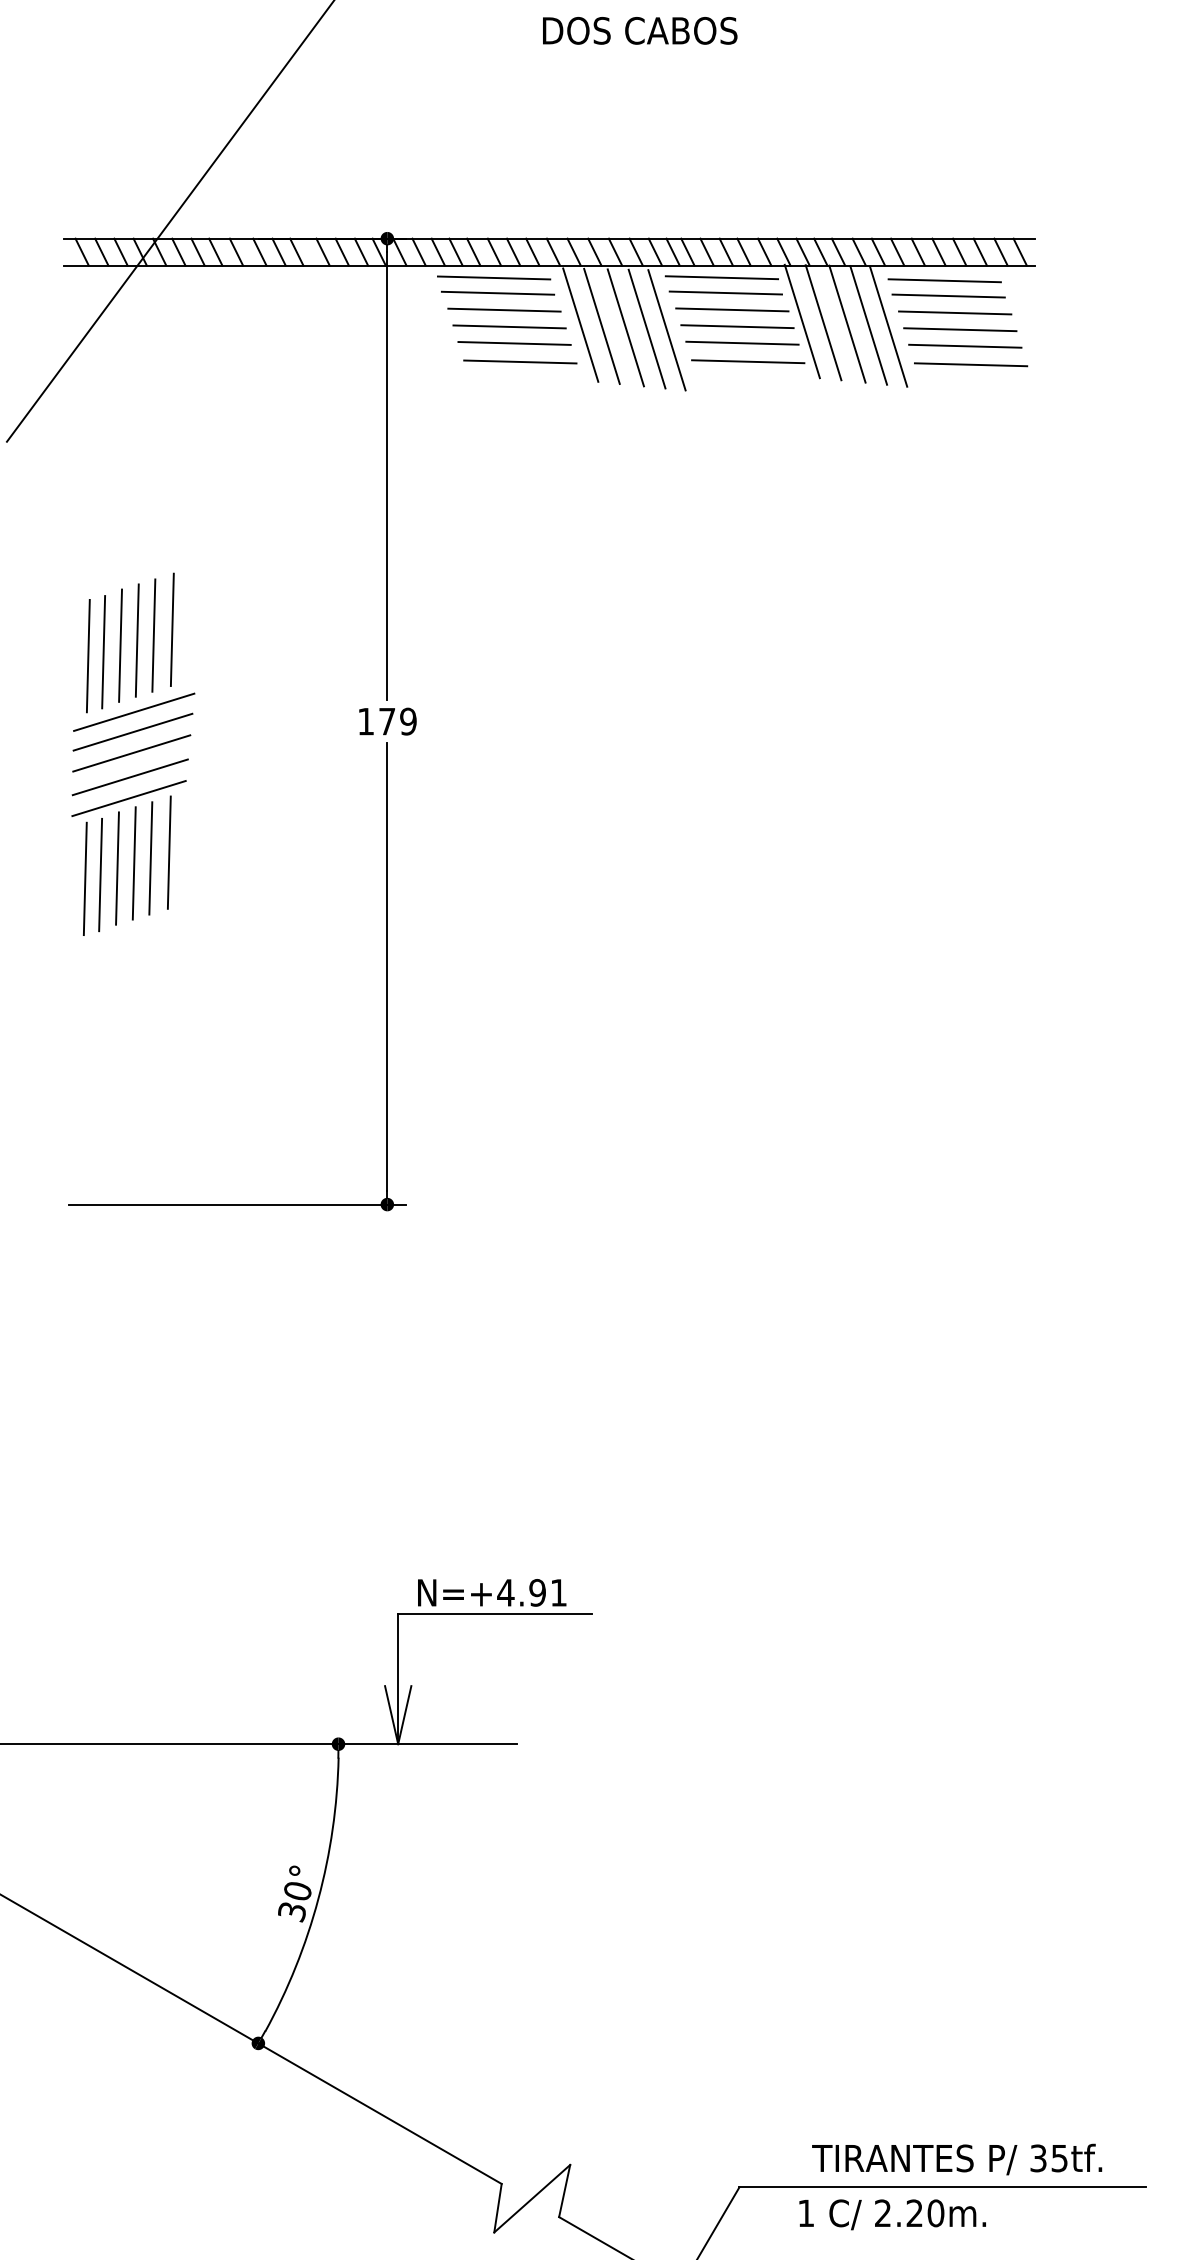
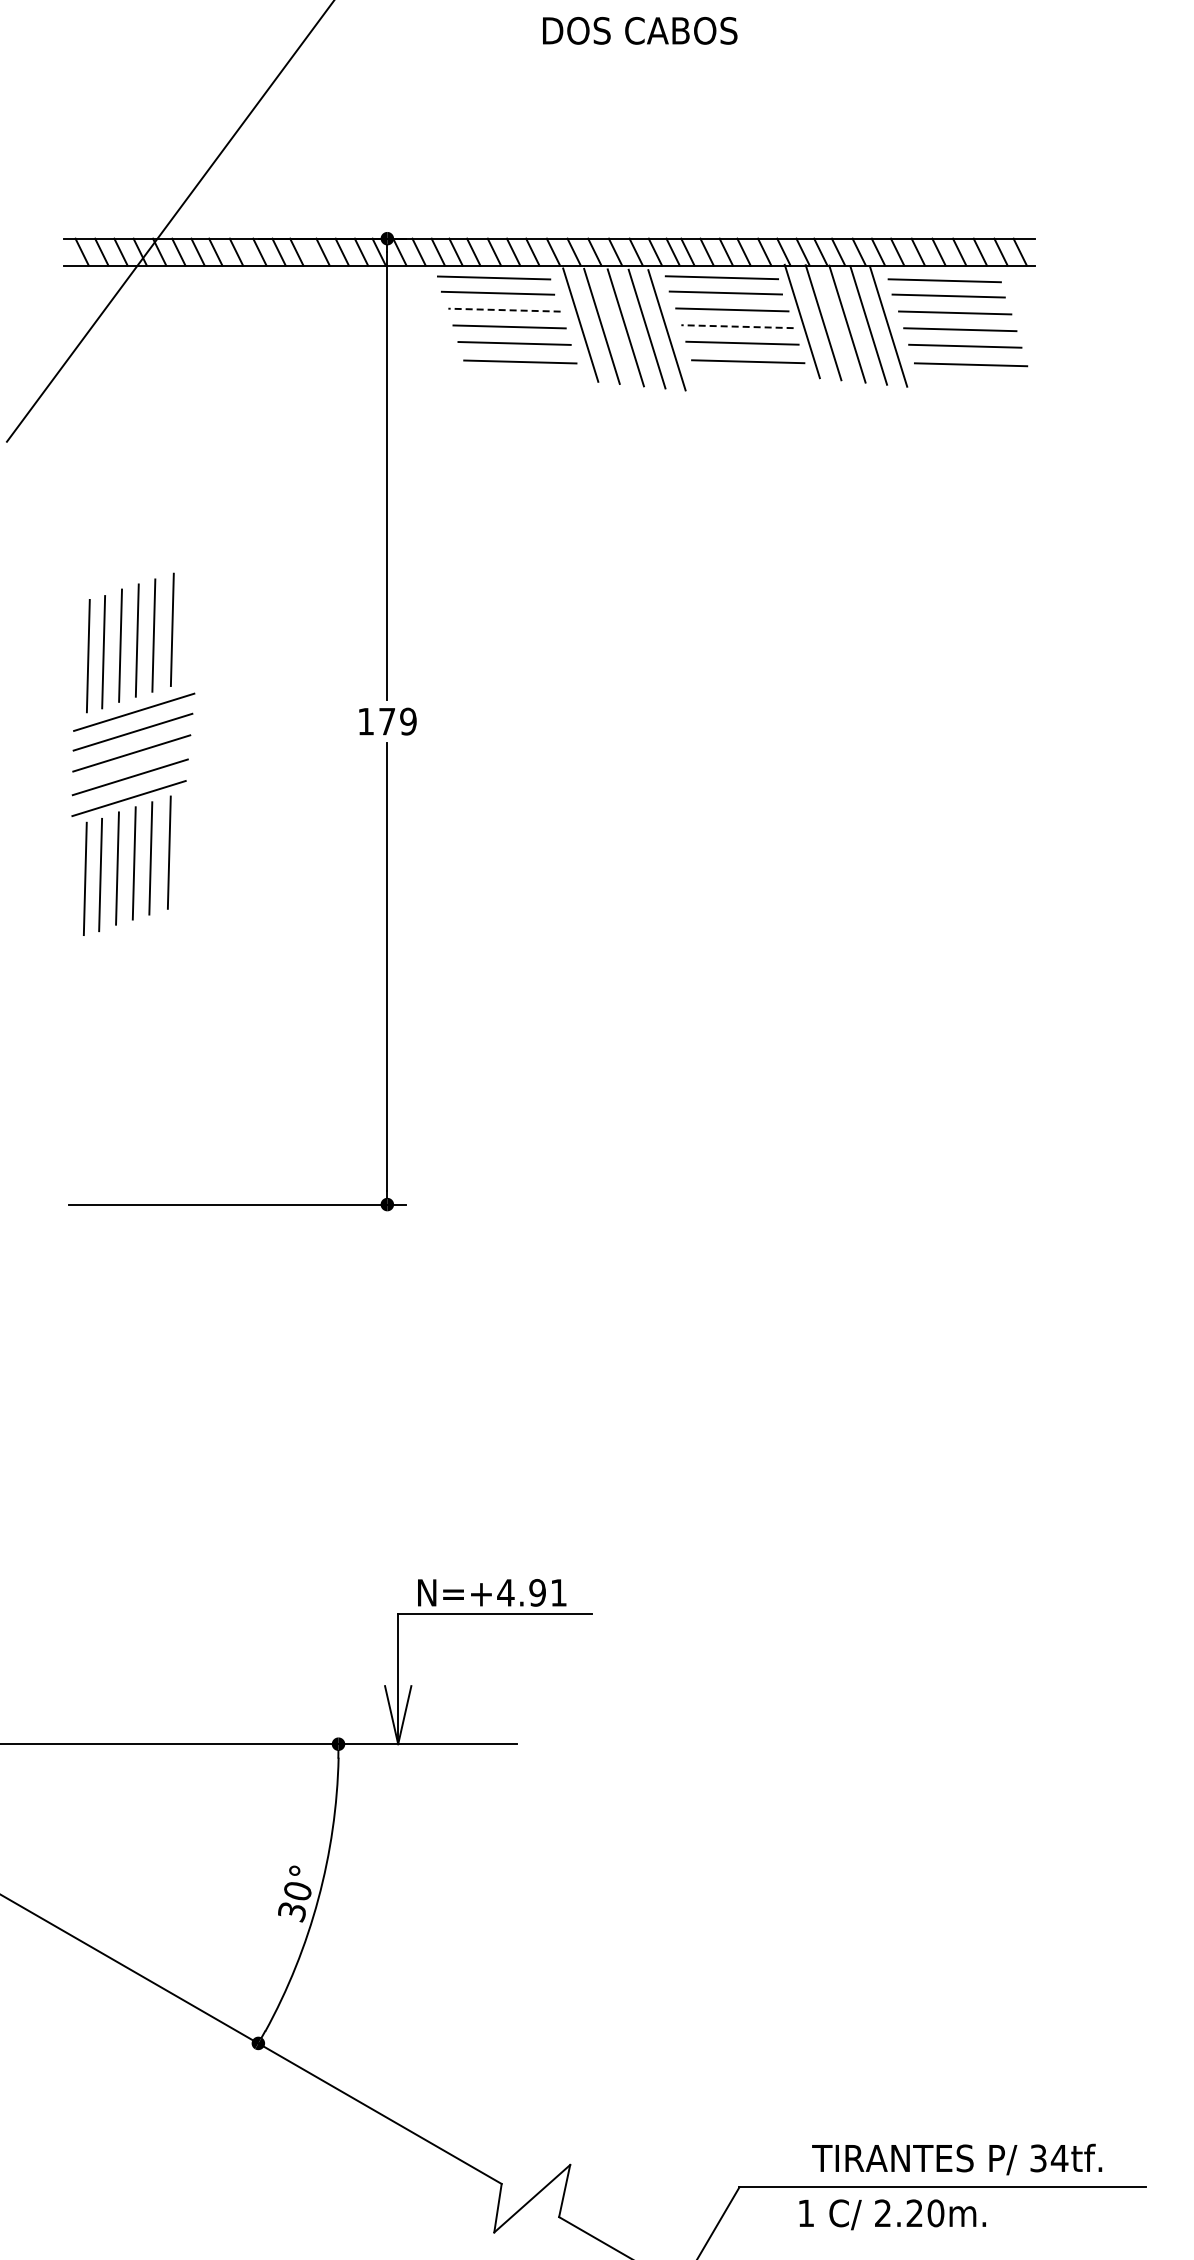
line at (503, 310): solid -> dashed
line at (736, 326): solid -> dashed
text at (1059, 2158): 35tf. -> 34tf.
